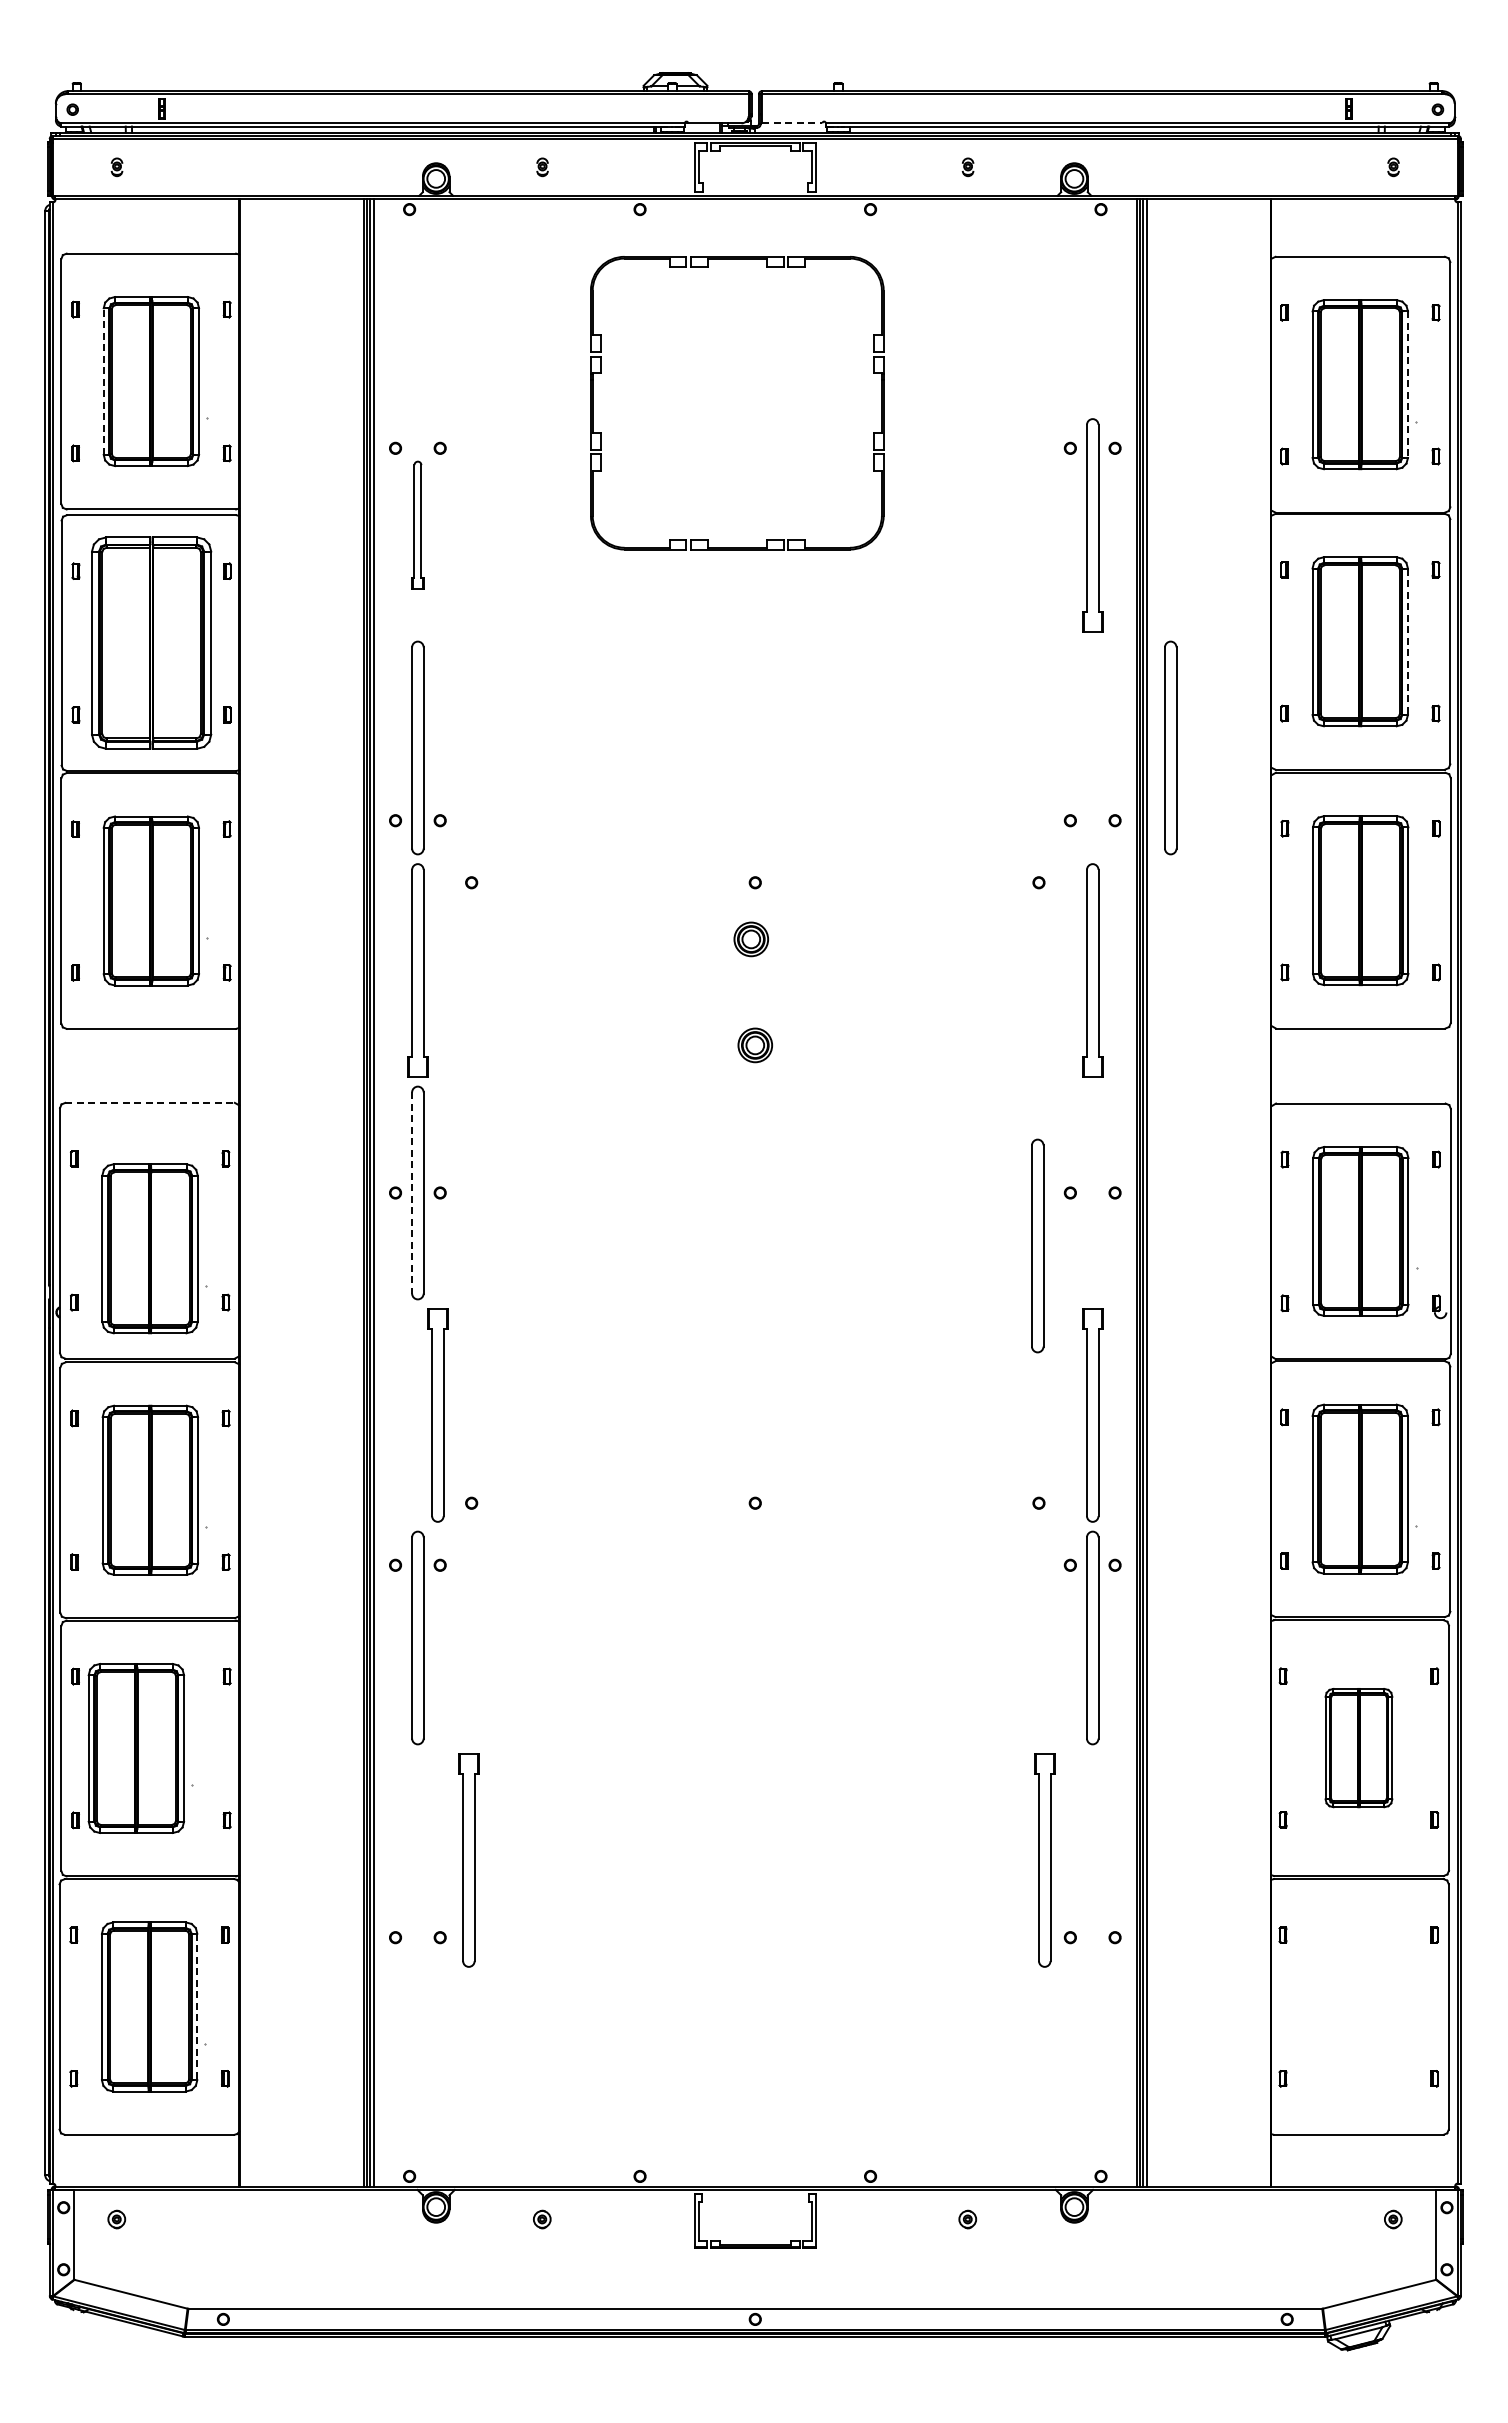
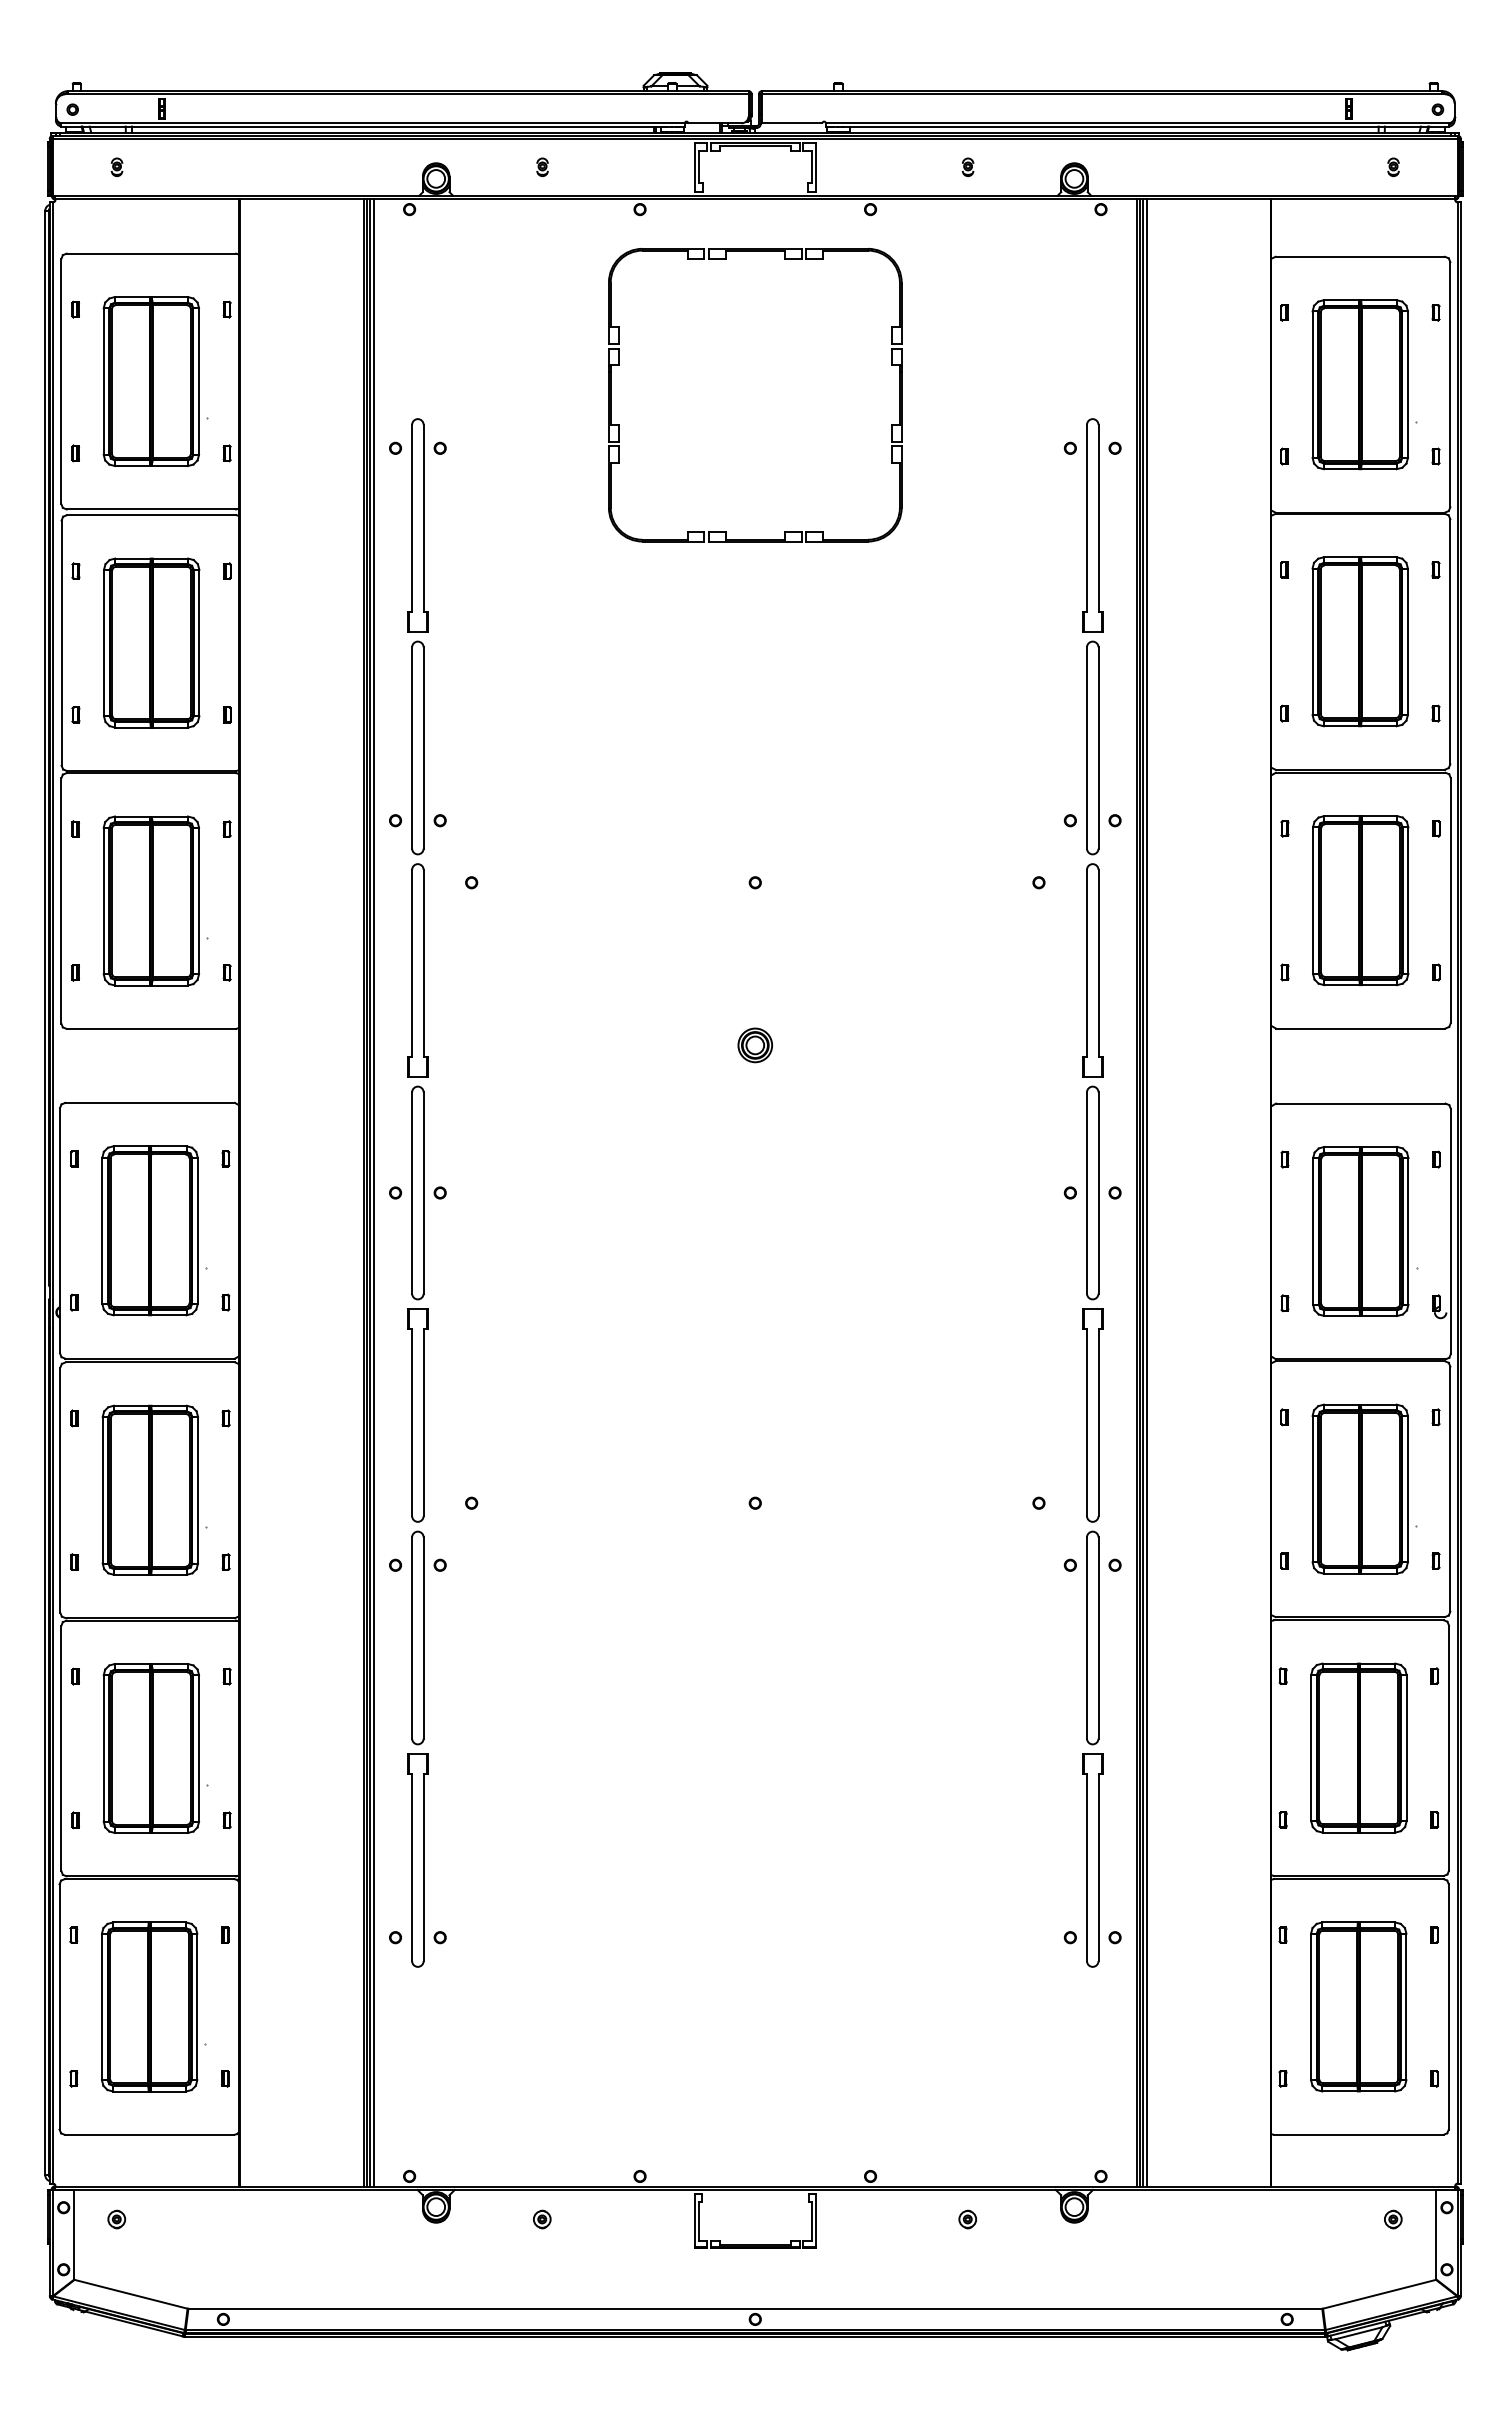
line at (792, 123): dashed -> solid
part at (708, 267) position: (708, 267) -> (726, 259)
line at (103, 381): dashed -> solid
line at (1407, 385): dashed -> solid
part at (417, 524) size: 14x130 px -> 22x215 px
part at (151, 642) size: 122x214 px -> 98x172 px
line at (1407, 642): dashed -> solid
part at (1170, 747) position: (1170, 747) -> (1092, 747)
part at (750, 939): present -> none
line at (150, 1102): dashed -> solid
line at (412, 1193): dashed -> solid
part at (1037, 1245) position: (1037, 1245) -> (1092, 1192)
part at (154, 1248) position: (154, 1248) -> (154, 1230)
part at (437, 1415) position: (437, 1415) -> (417, 1415)
part at (140, 1748) position: (140, 1748) -> (155, 1748)
part at (1358, 1748) size: 70x121 px -> 98x172 px
part at (468, 1860) position: (468, 1860) -> (417, 1860)
part at (1044, 1860) position: (1044, 1860) -> (1092, 1860)
part at (1358, 2006): none -> present
line at (197, 2007): dashed -> solid
